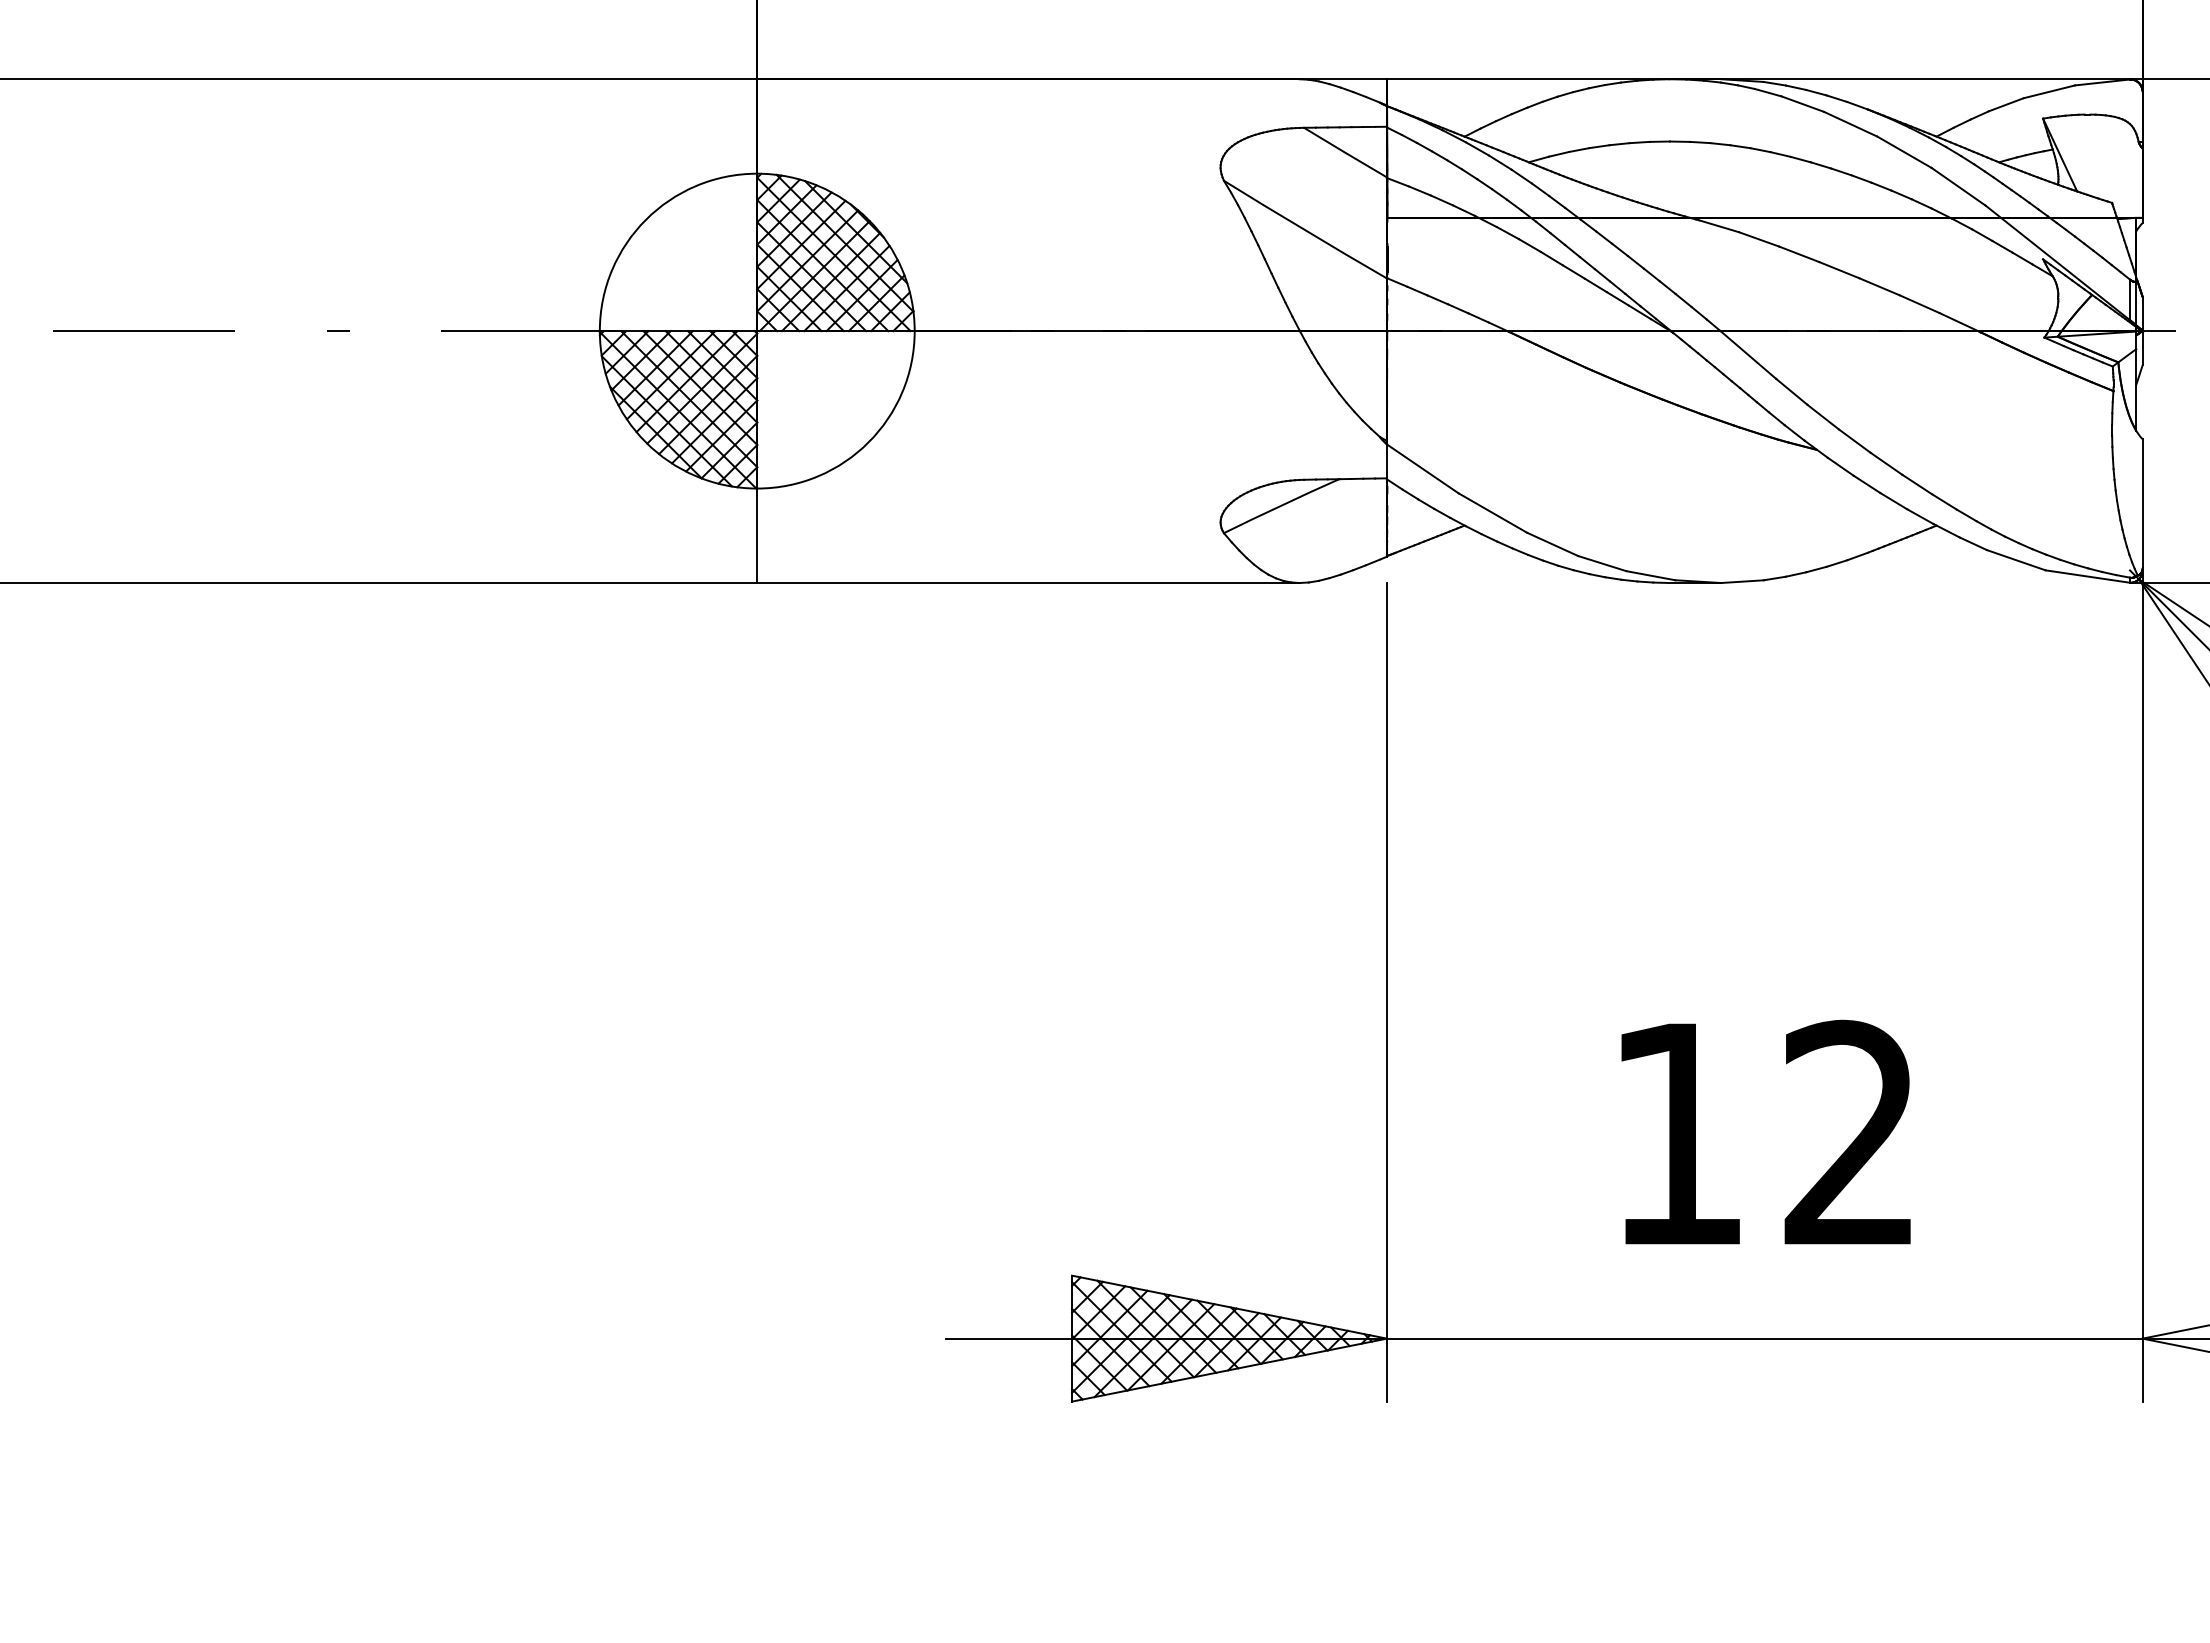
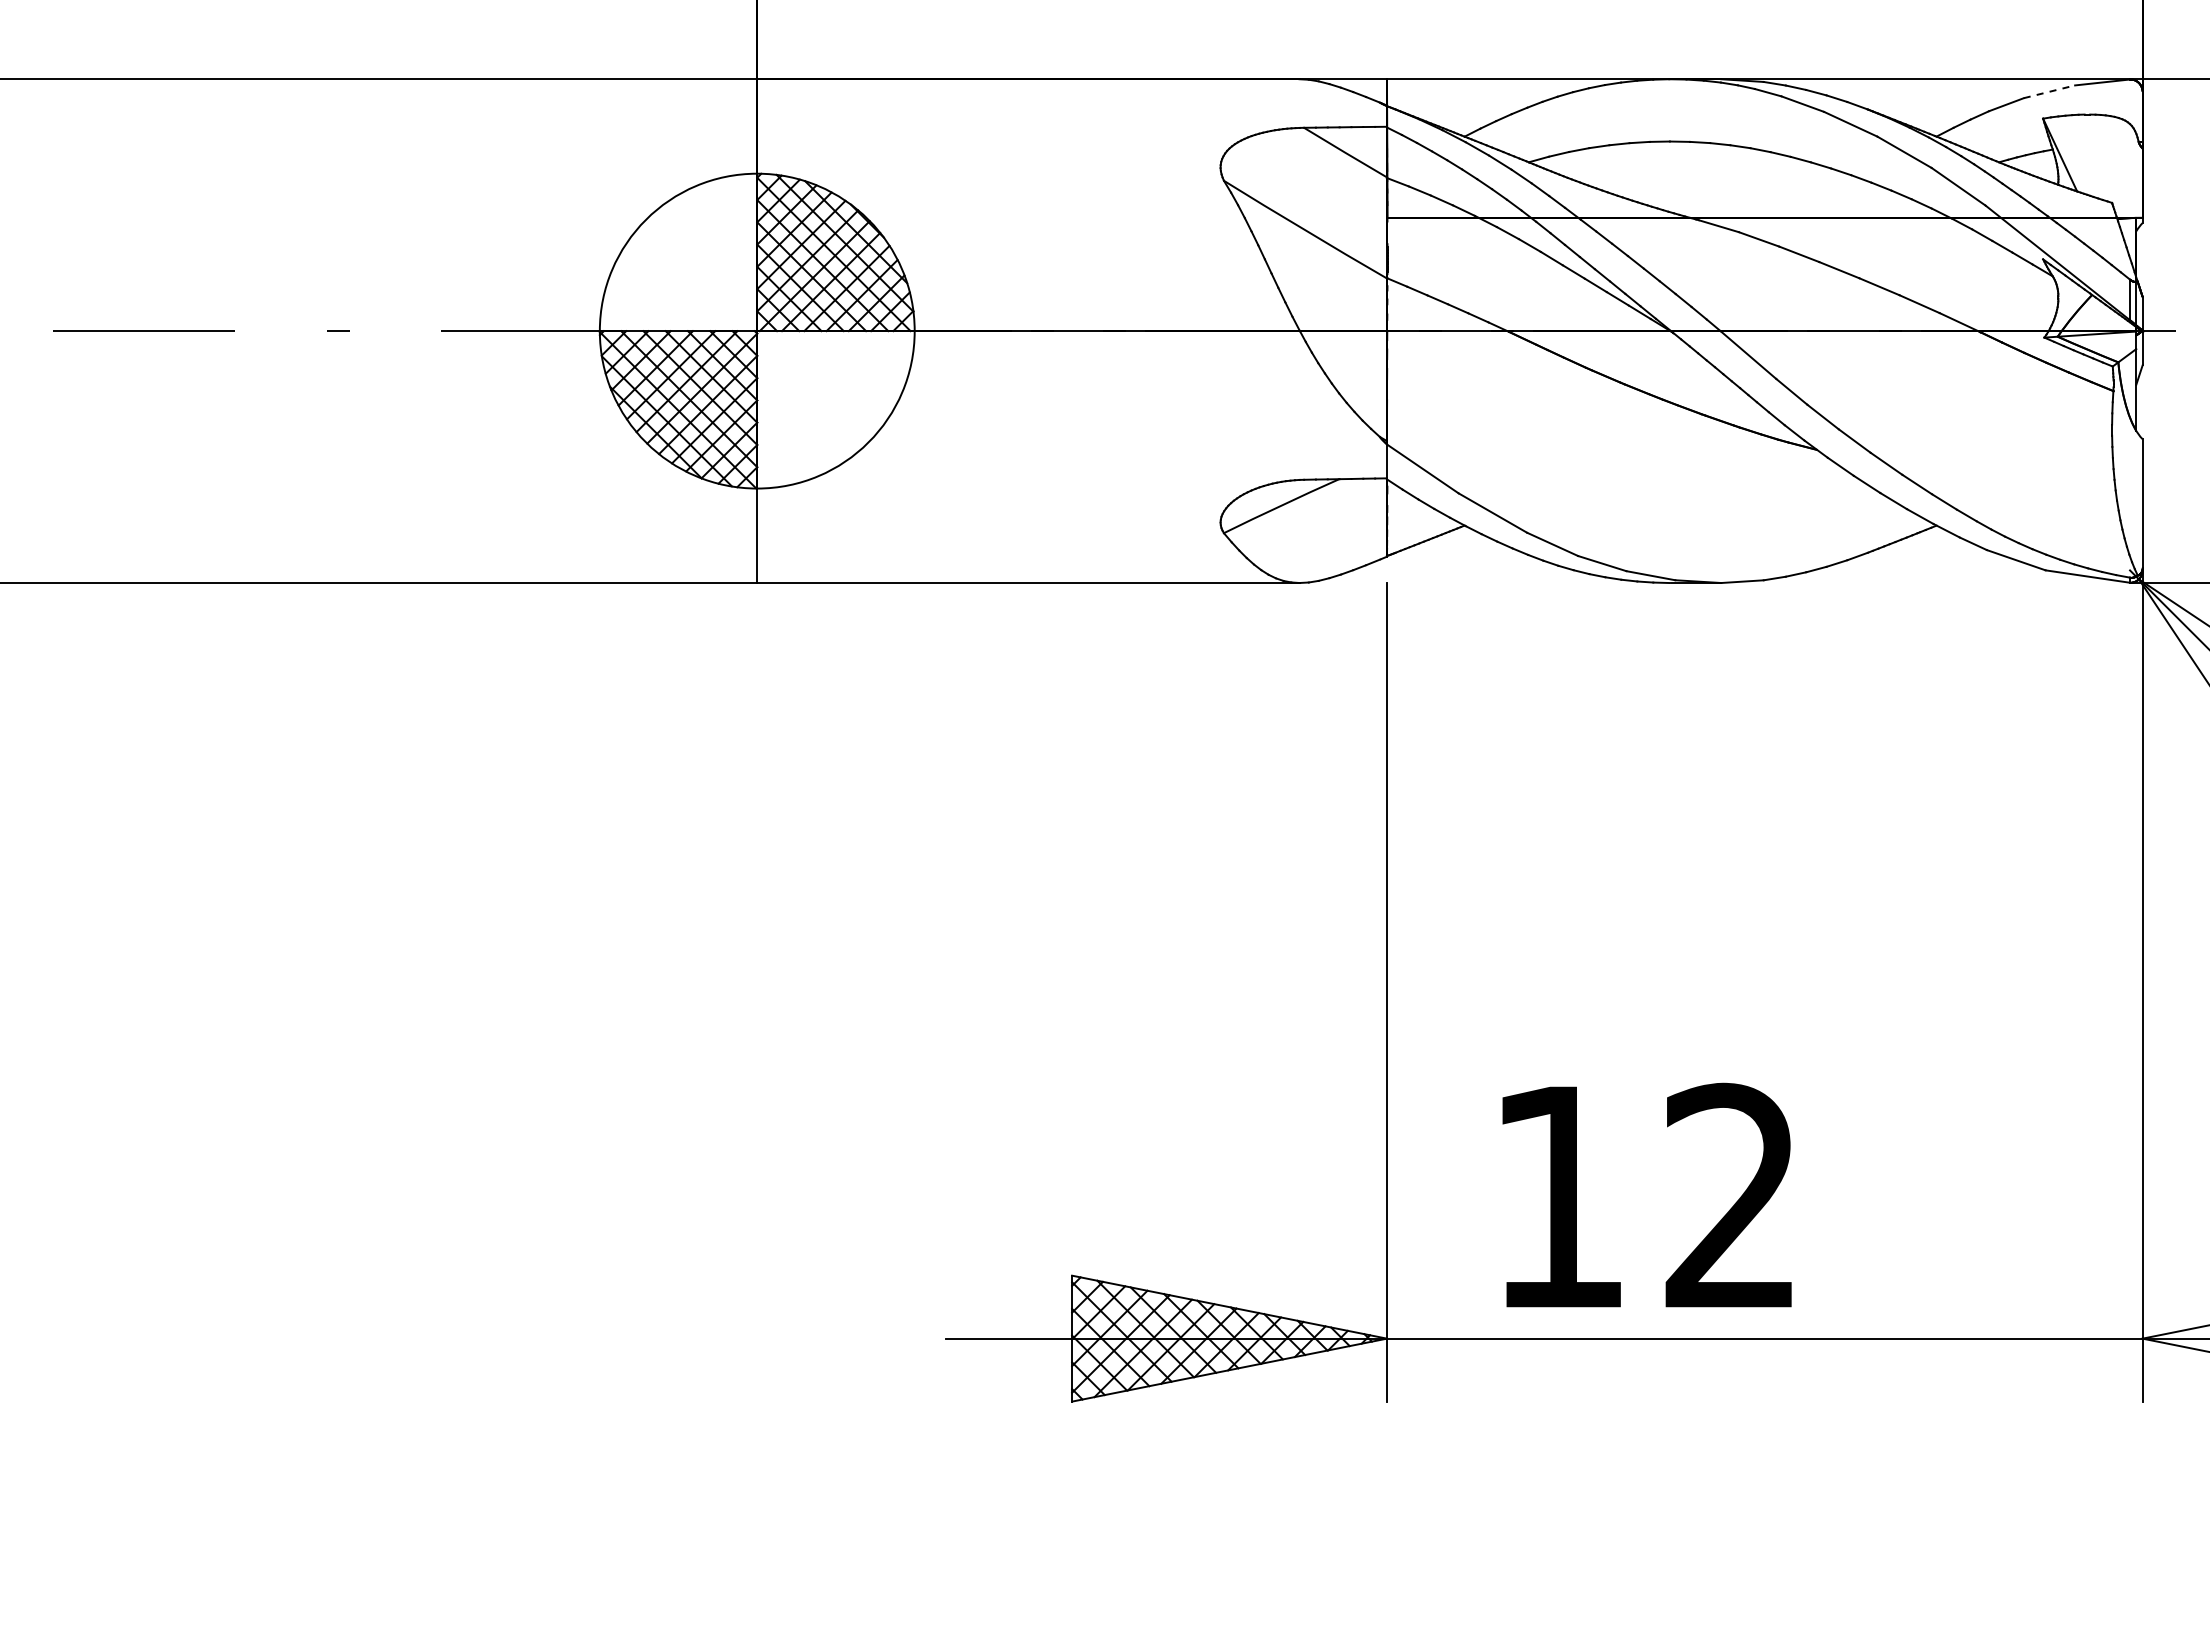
line at (2049, 91): solid -> dashed
text at (1765, 1131) position: (1765, 1131) -> (1646, 1194)
